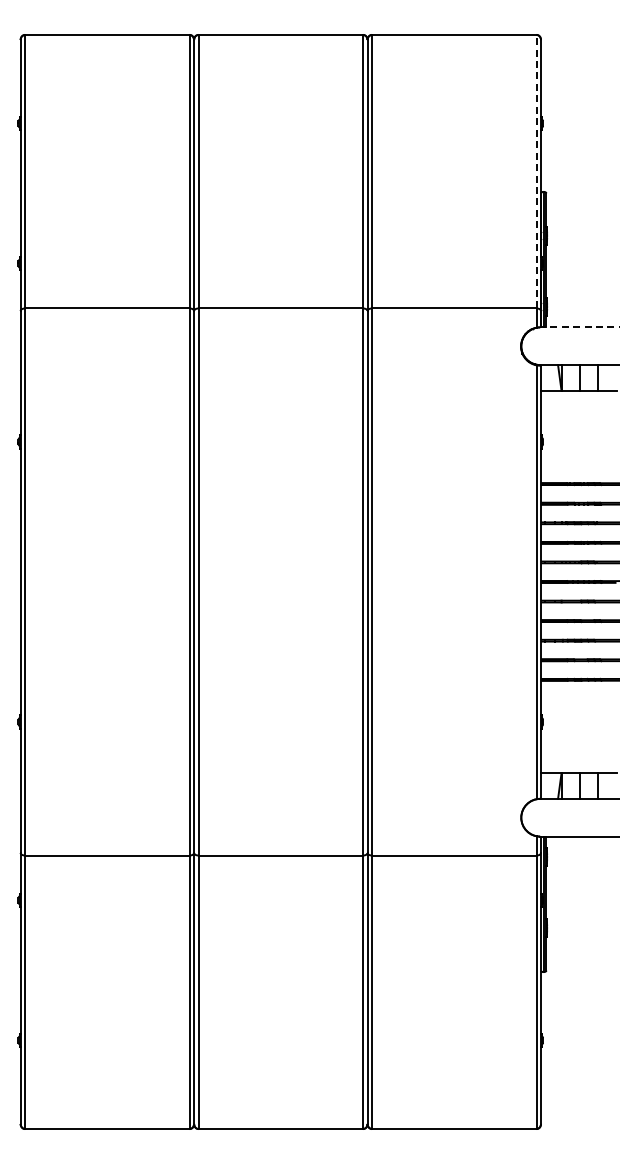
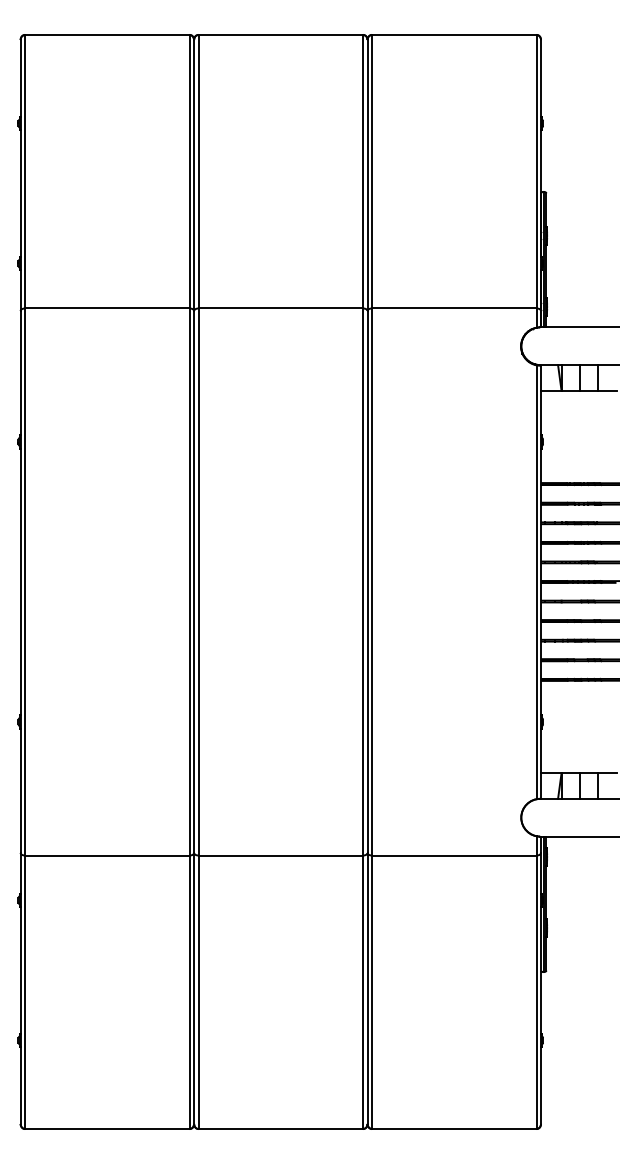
line at (536, 171): dashed -> solid
line at (579, 327): dashed -> solid
